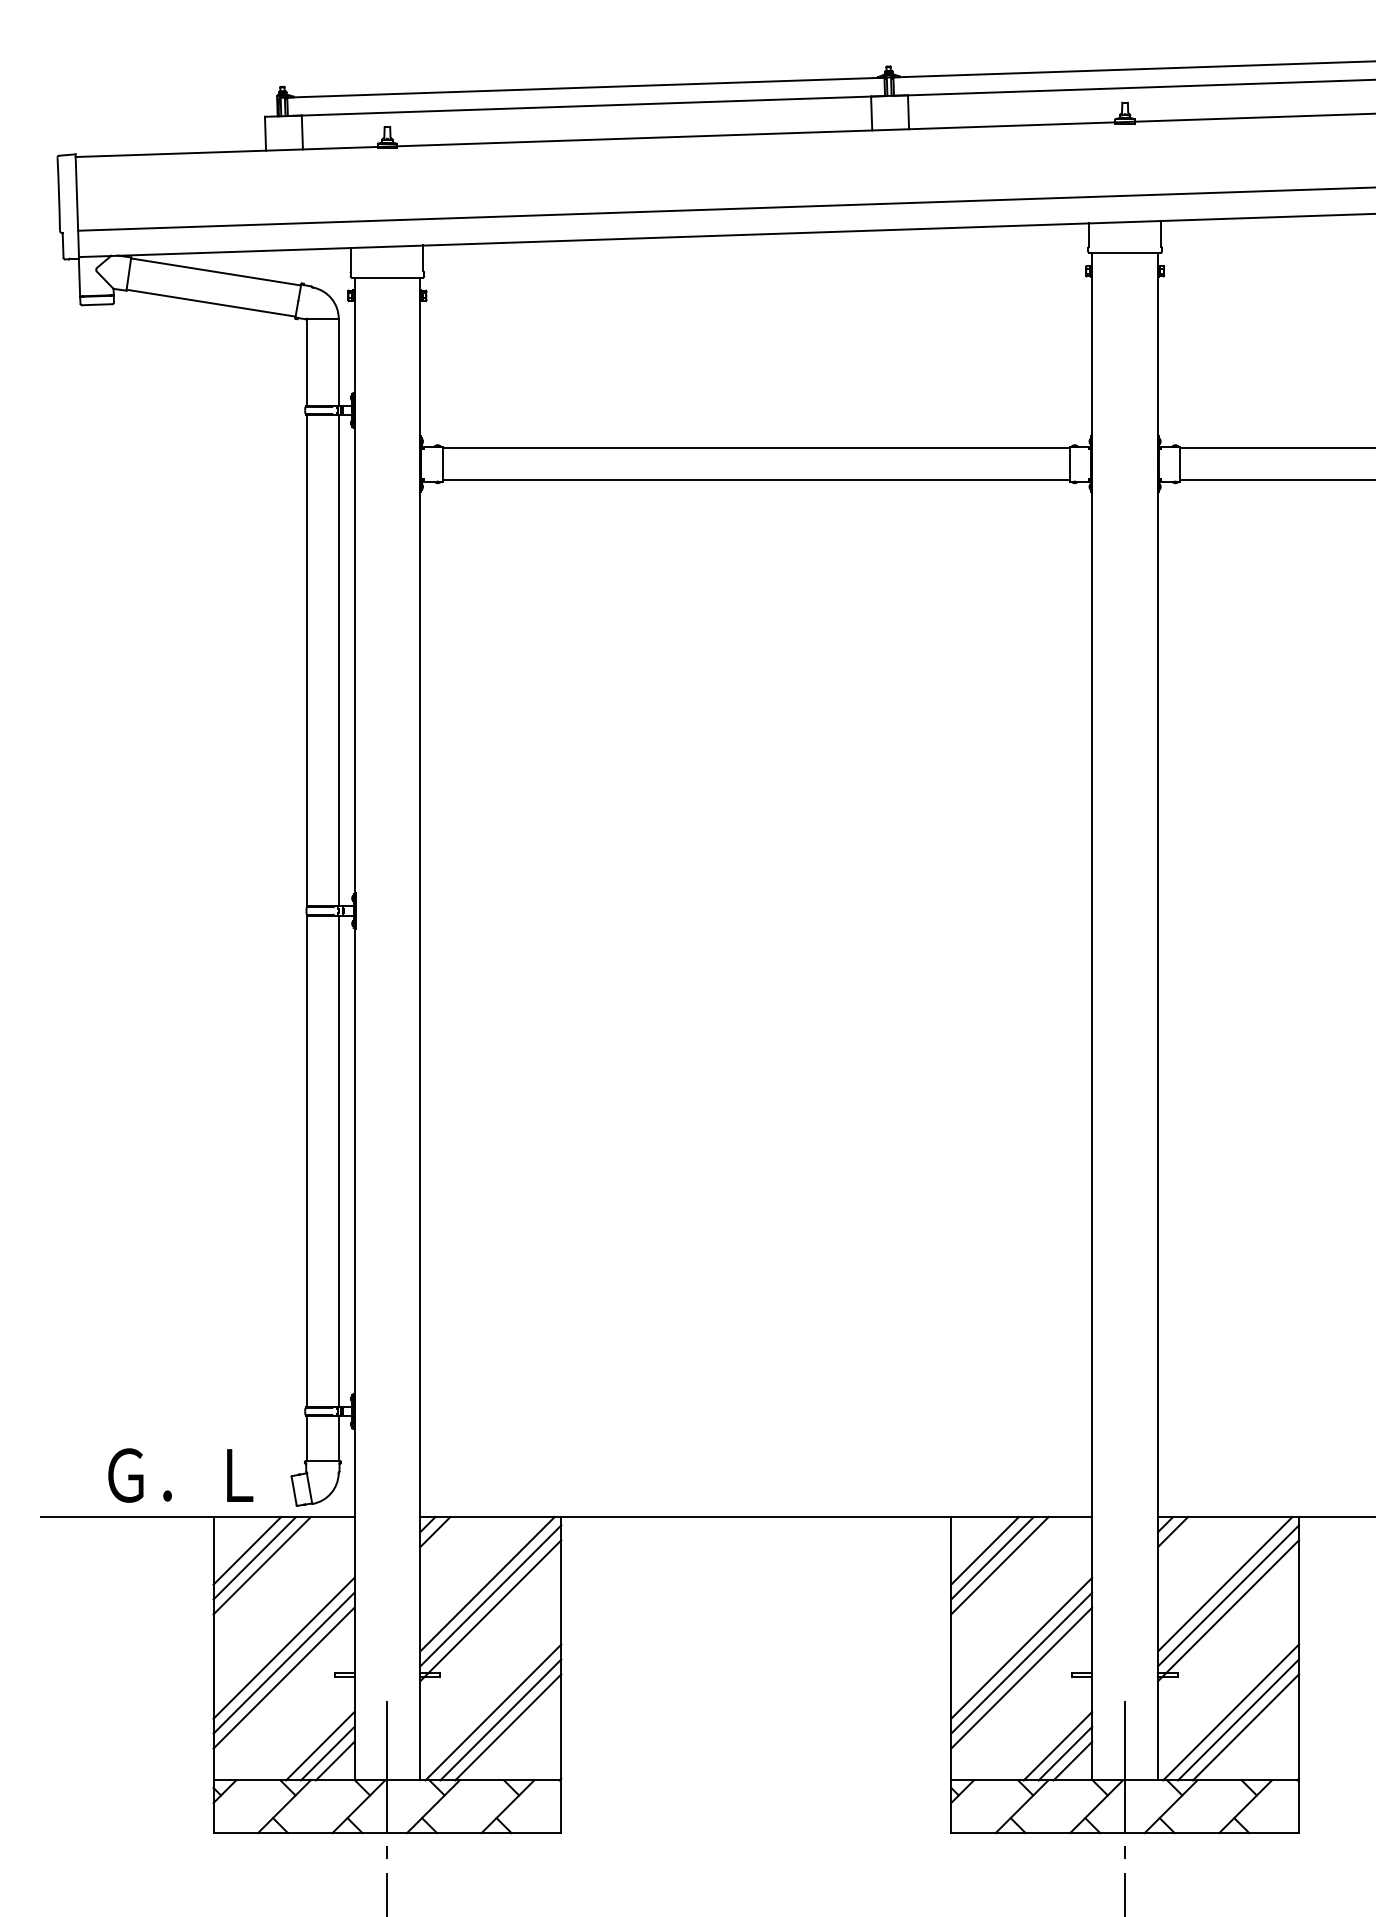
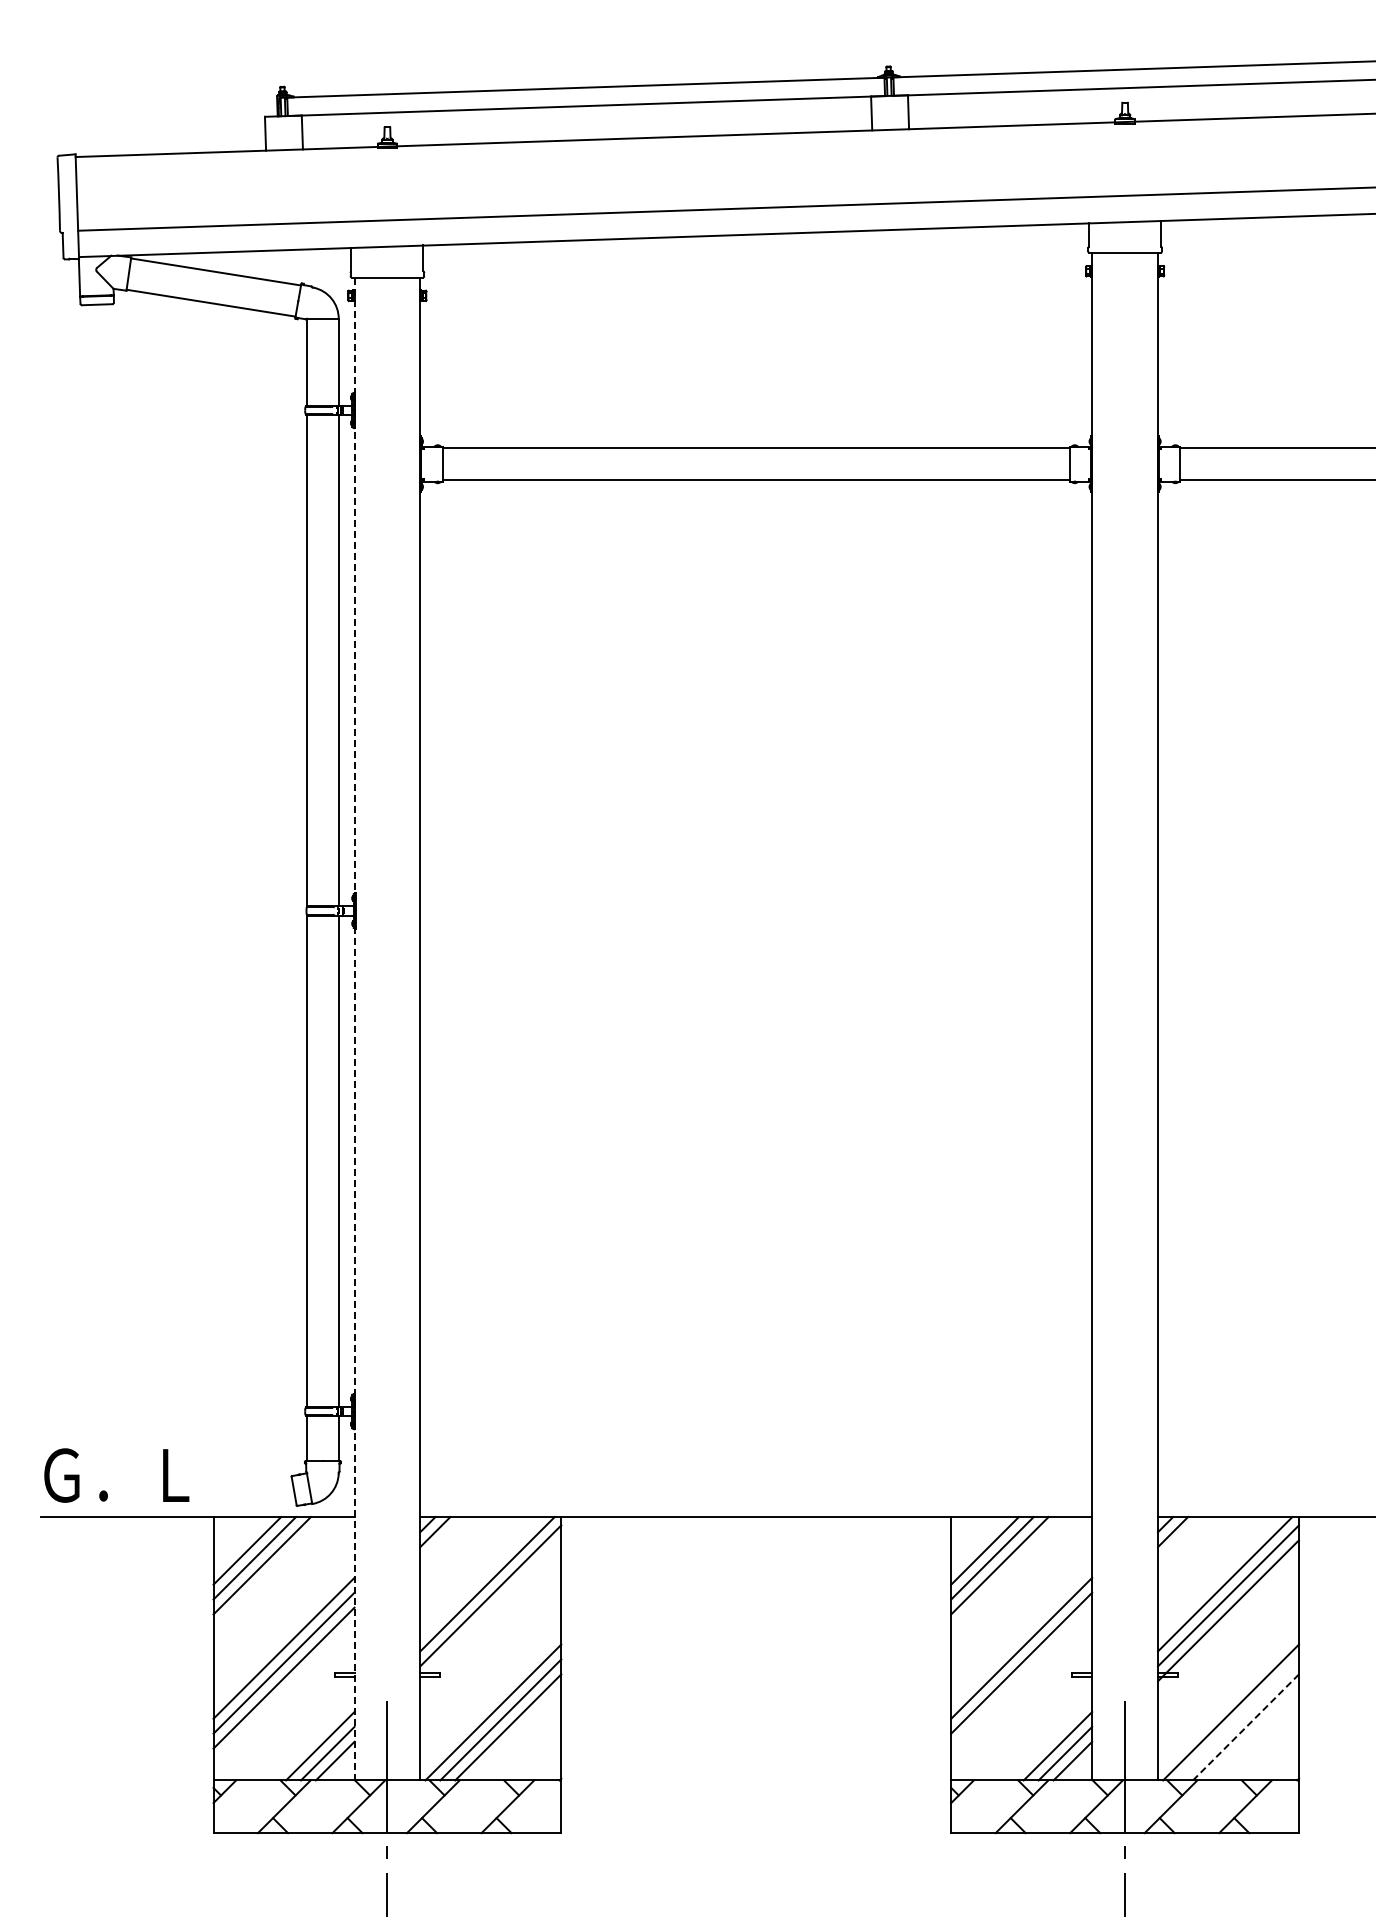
line at (354, 1029): solid -> dashed
text at (180, 1475) position: (180, 1475) -> (116, 1475)
line at (490, 1610): present -> none
line at (1021, 1677): present -> none
line at (1238, 1719): present -> none
line at (1246, 1727): solid -> dashed
